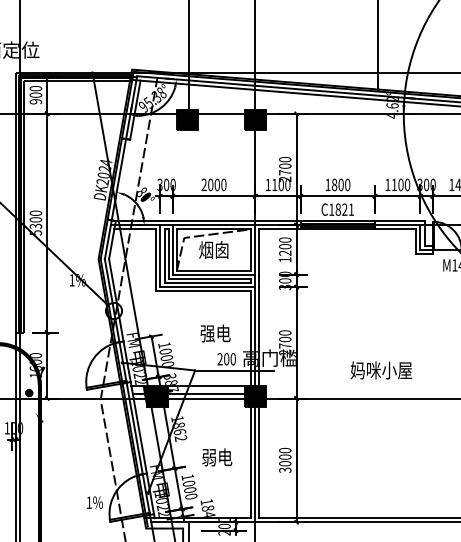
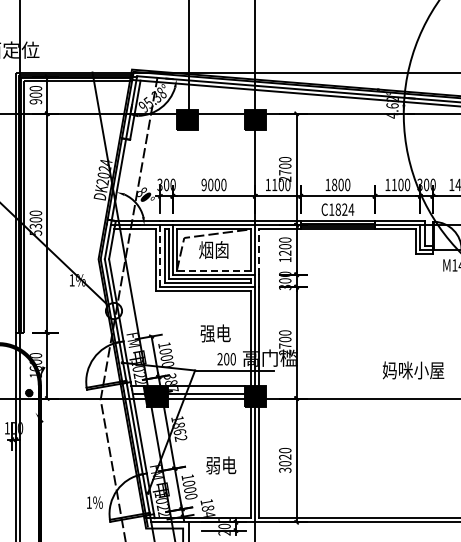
line at (378, 45): present -> none
text at (203, 185): 2000 -> 9000
text at (351, 209): C1821 -> C1824
line at (259, 252): solid -> dashed
line at (160, 256): solid -> dashed
line at (213, 270): solid -> dashed
text at (381, 370) position: (381, 370) -> (413, 370)
text at (285, 456): 3000 -> 3020
text at (217, 457) position: (217, 457) -> (221, 465)
